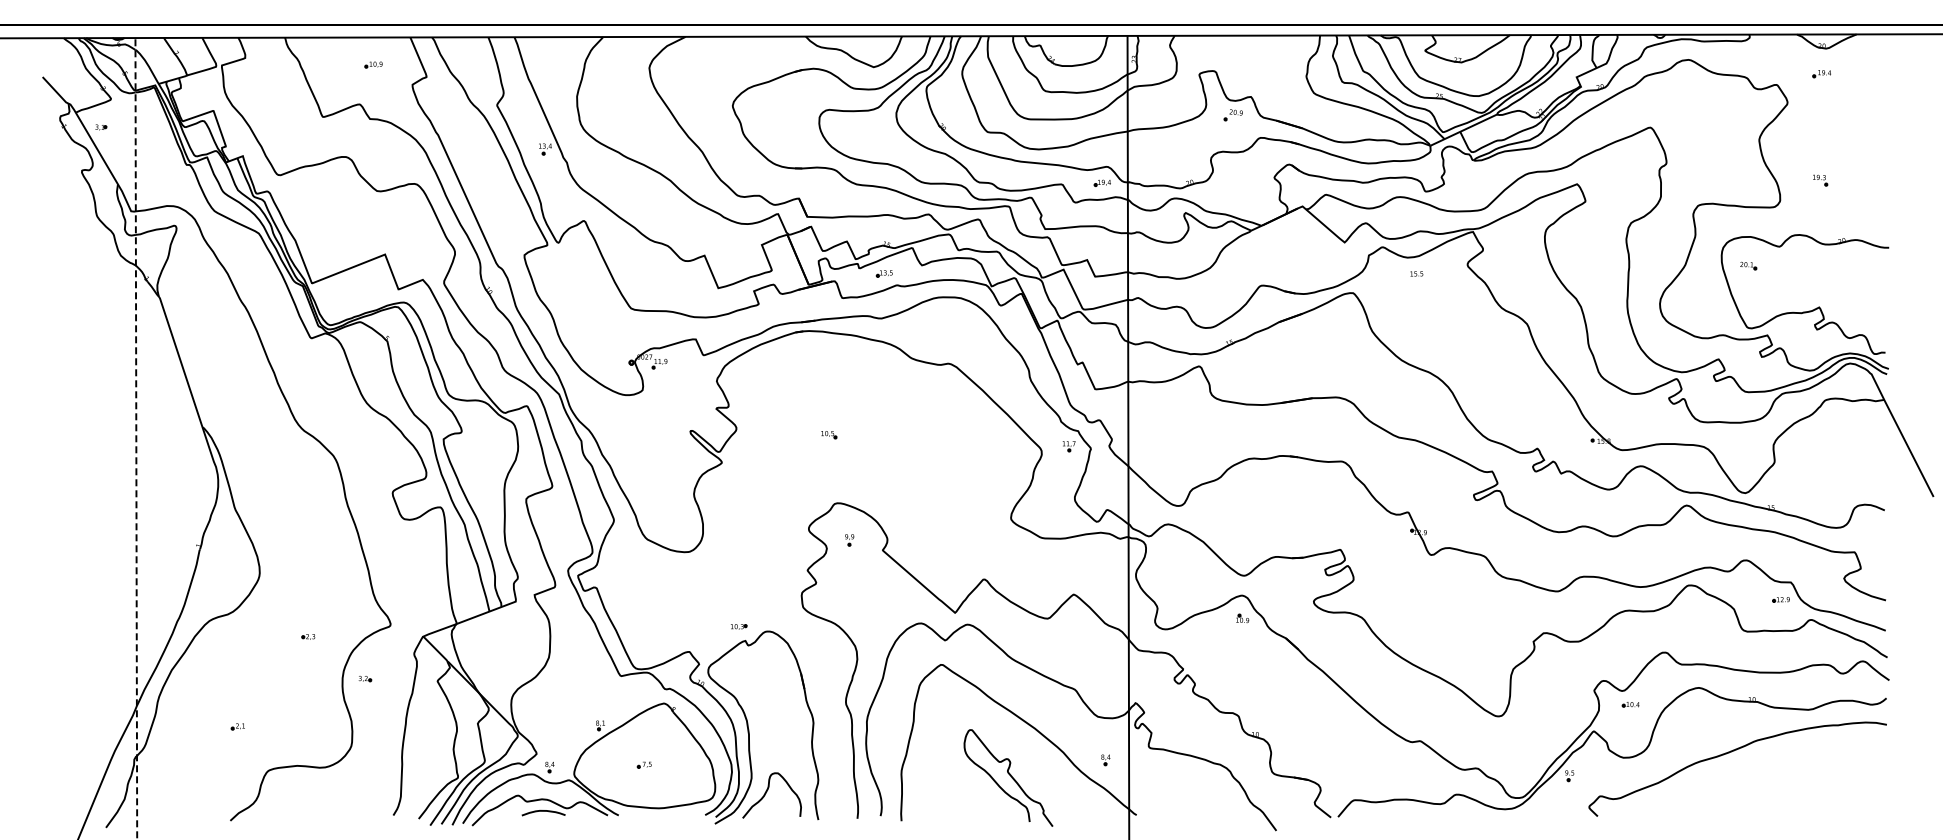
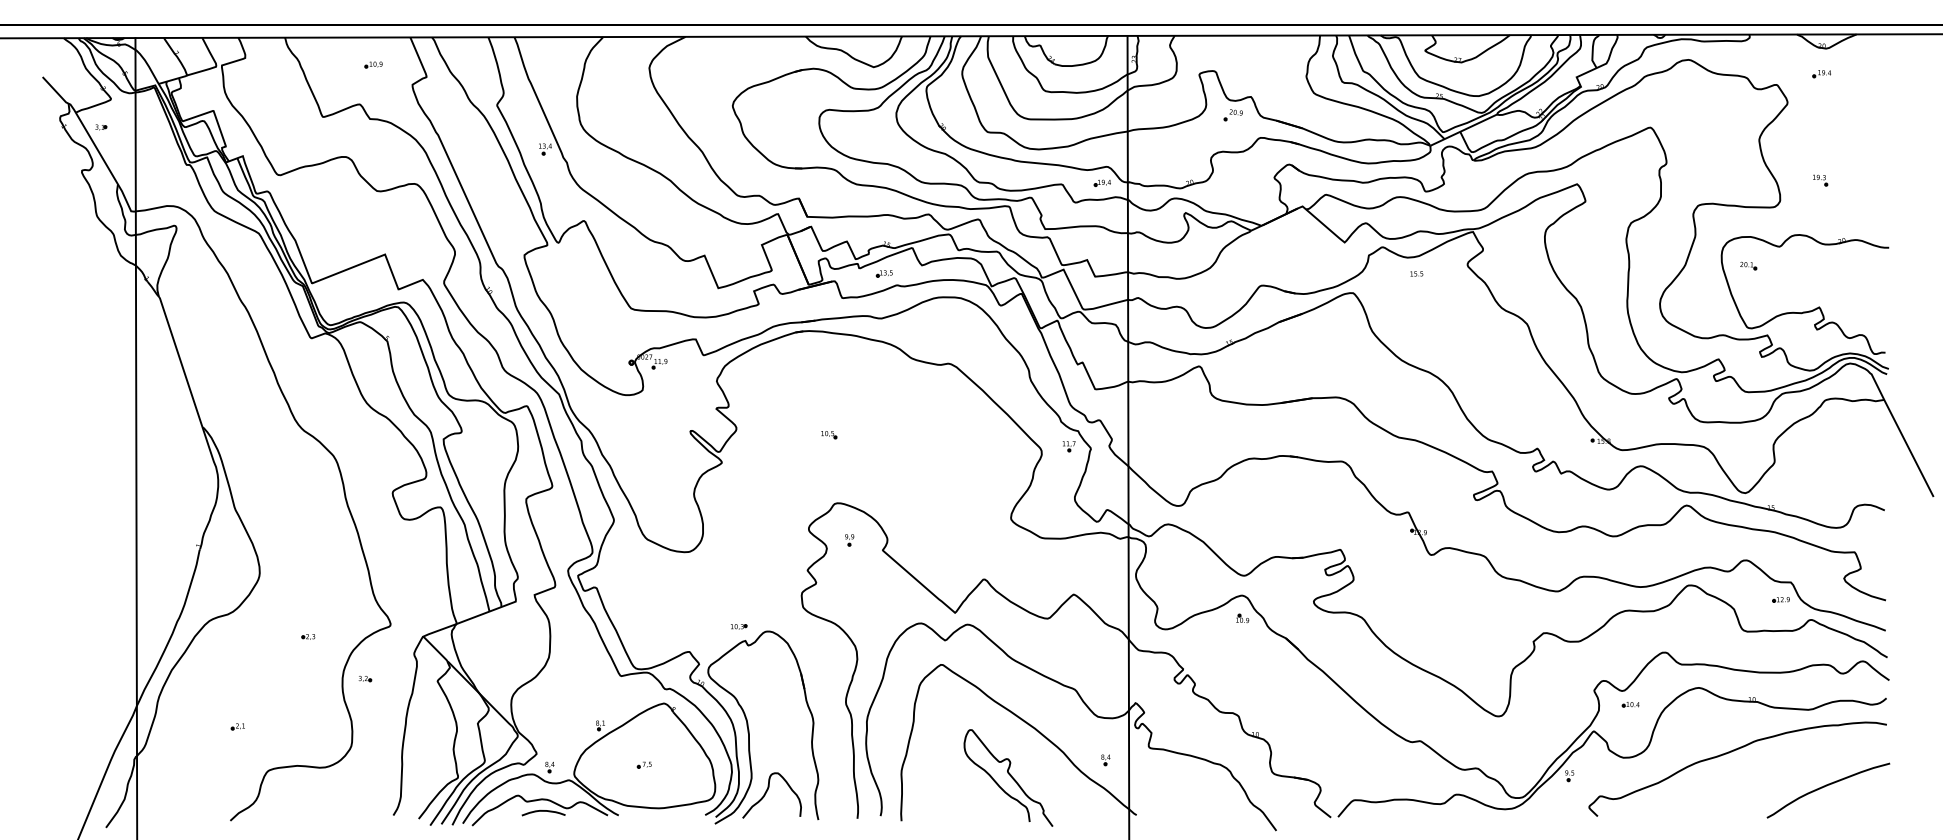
line at (136, 438): dashed -> solid
curve at (1827, 786): none -> present
